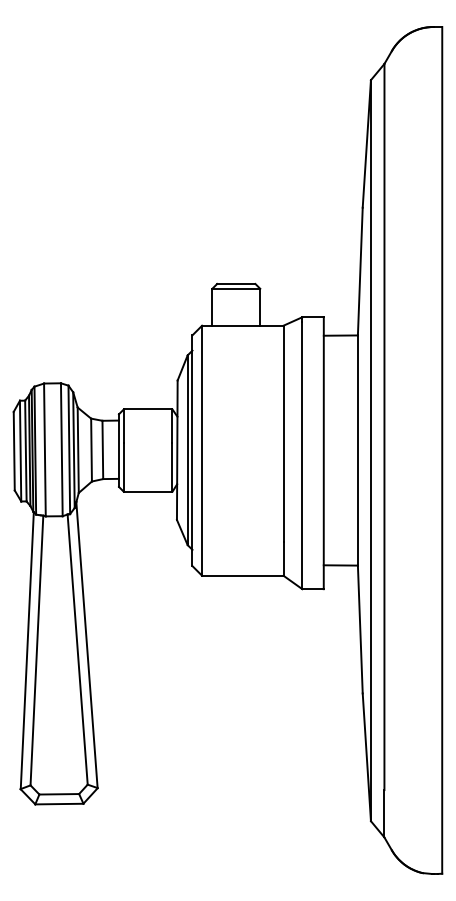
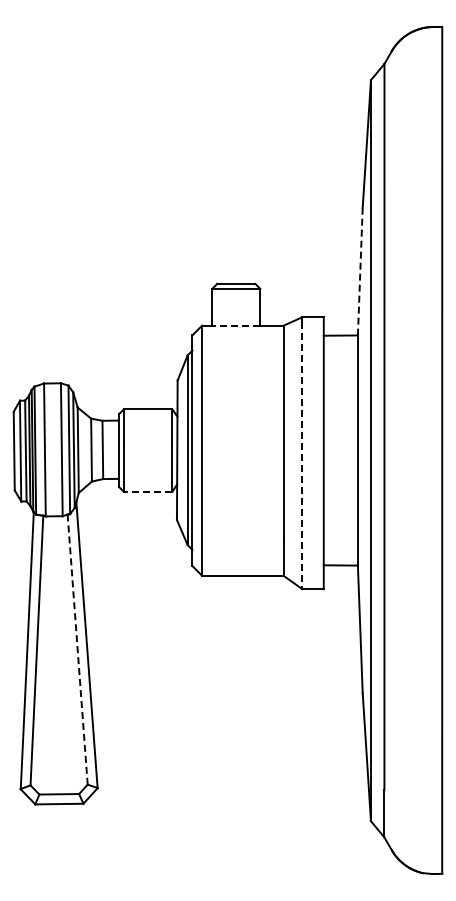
line at (360, 271): solid -> dashed
line at (236, 325): solid -> dashed
line at (302, 456): solid -> dashed
line at (147, 491): solid -> dashed
line at (77, 650): solid -> dashed
